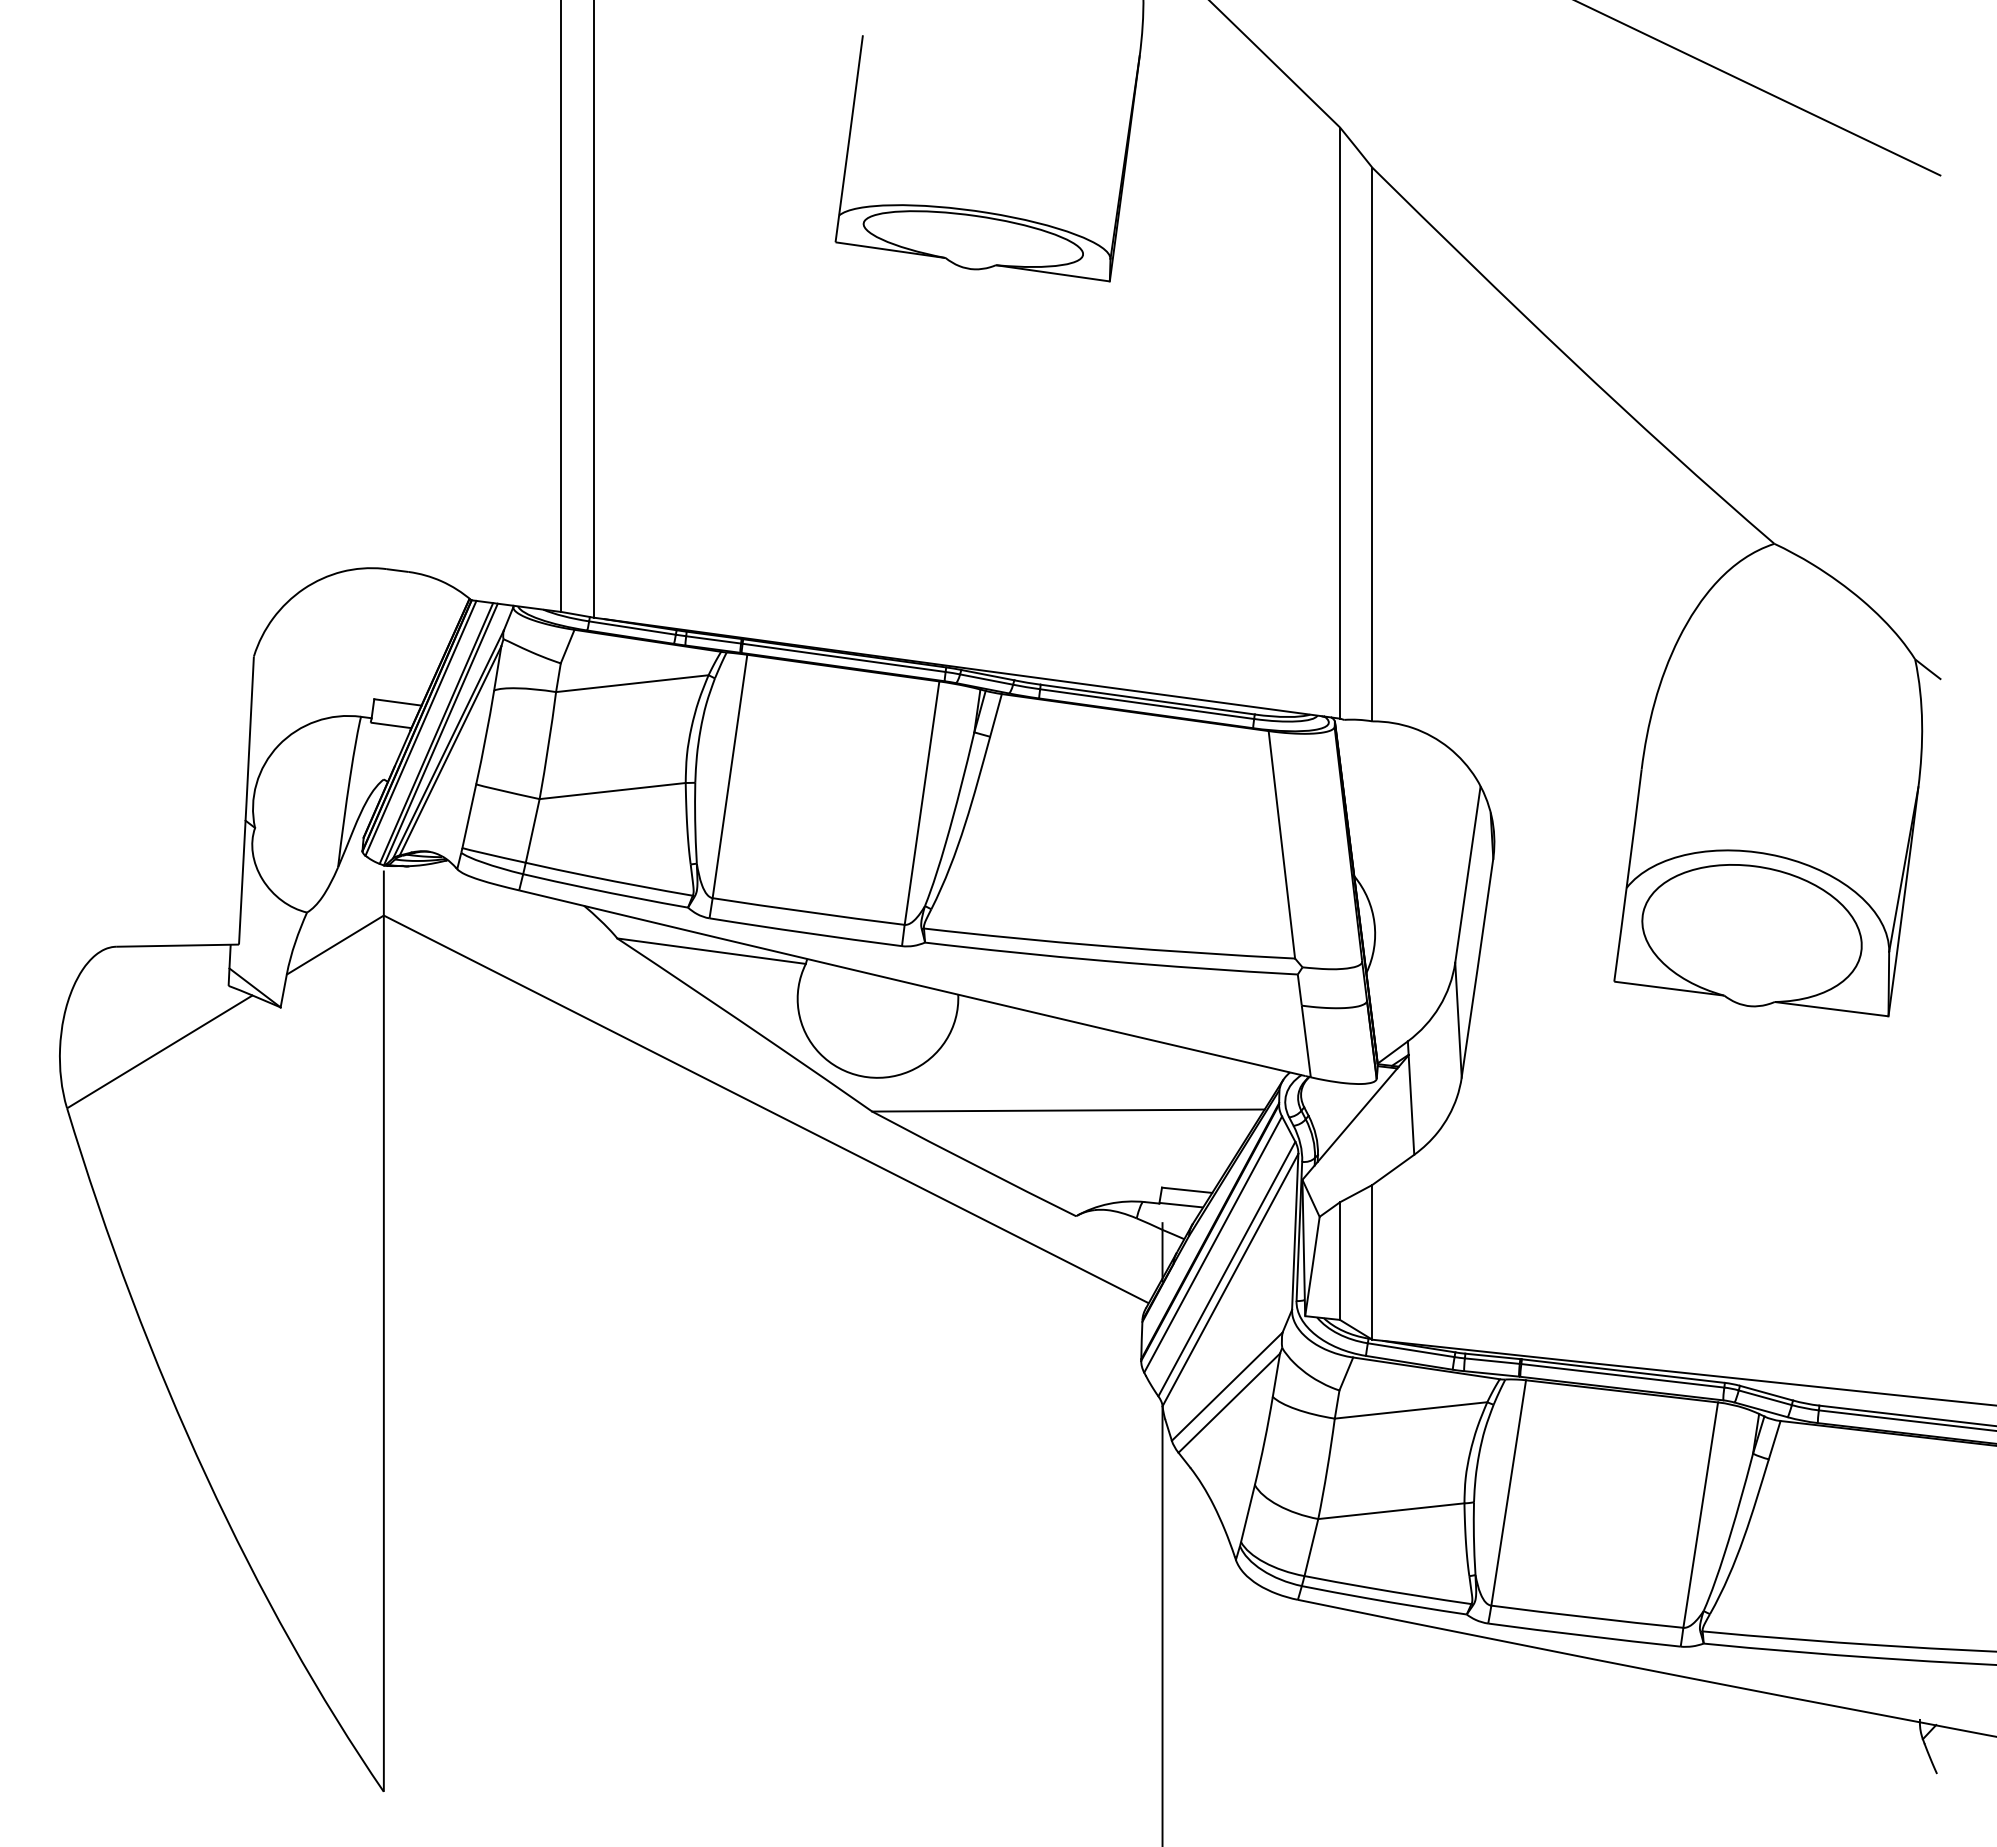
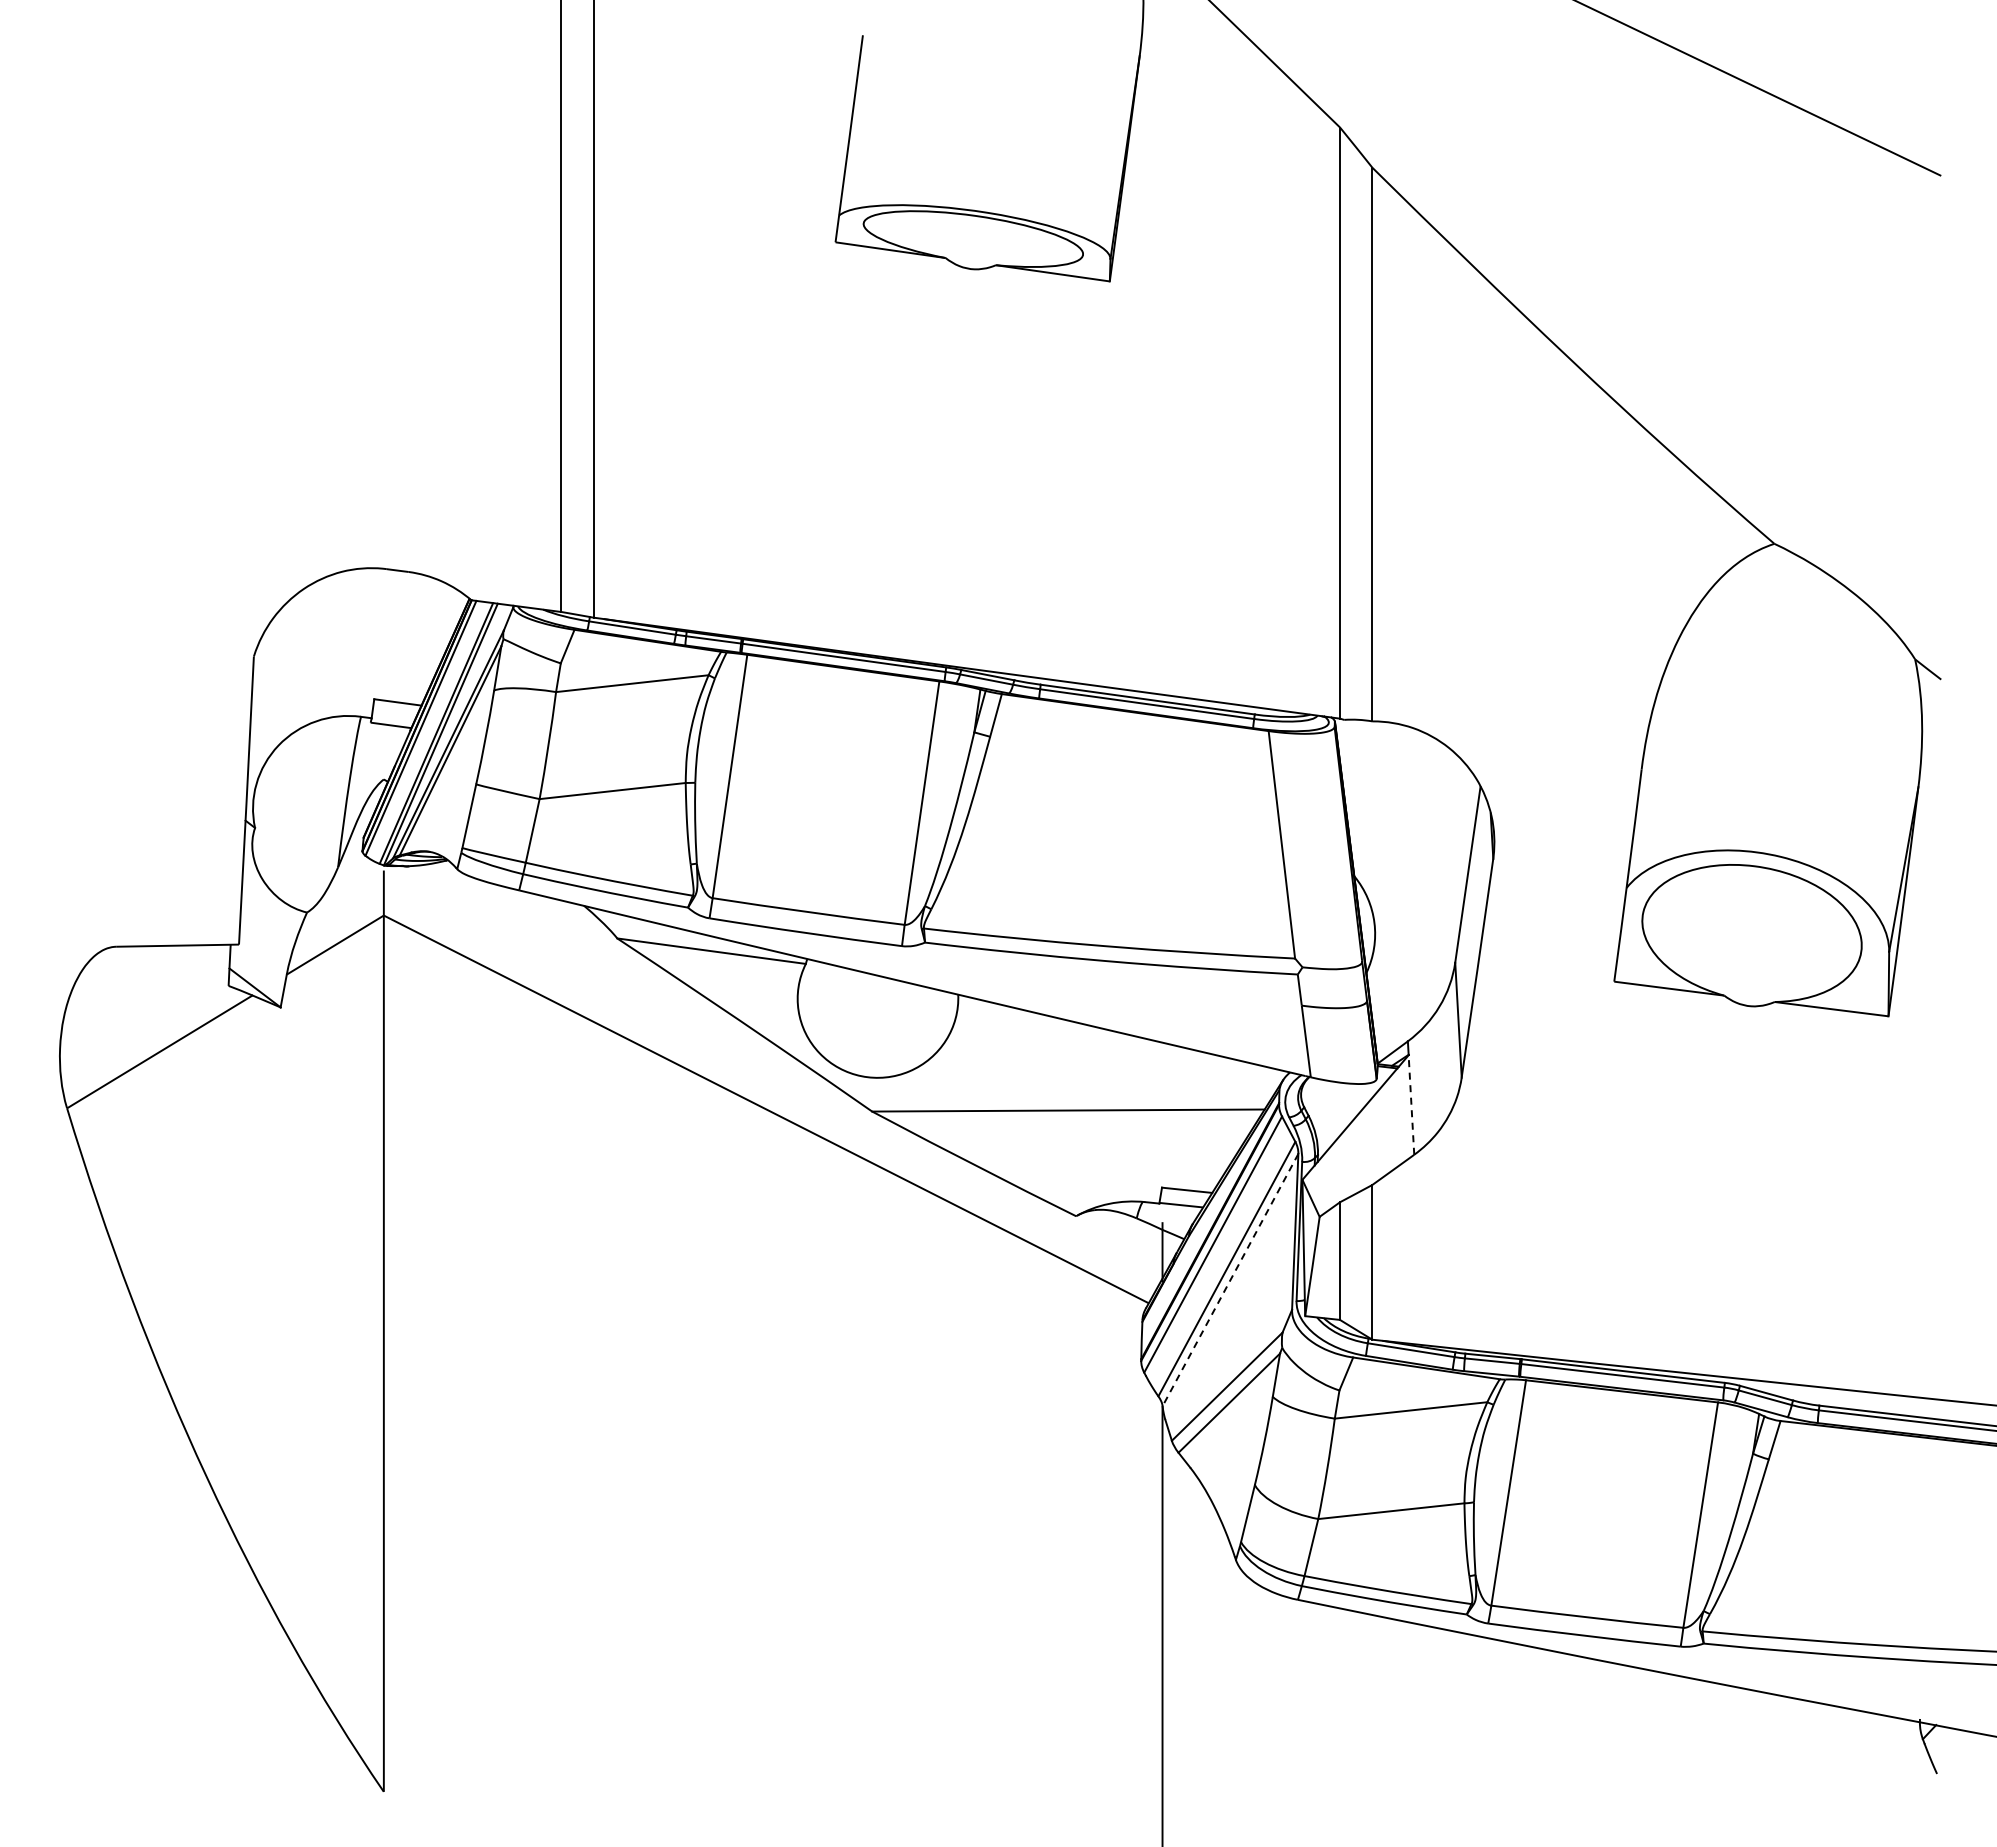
line at (1411, 1104): solid -> dashed
line at (1230, 1280): solid -> dashed
